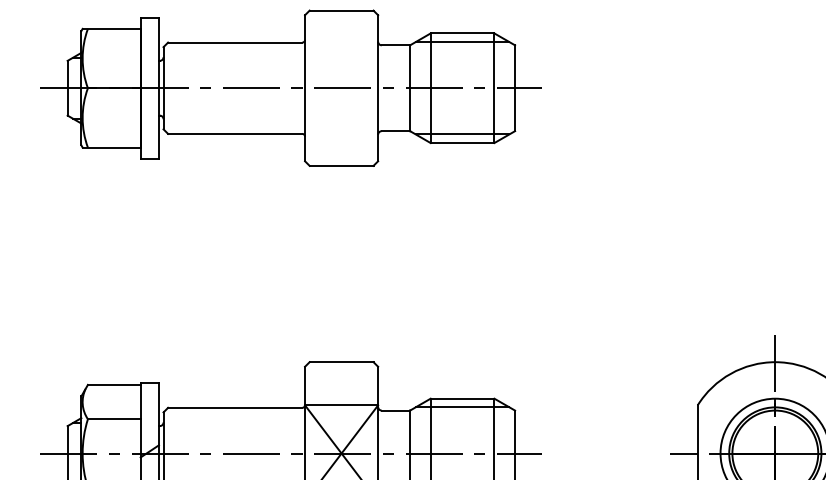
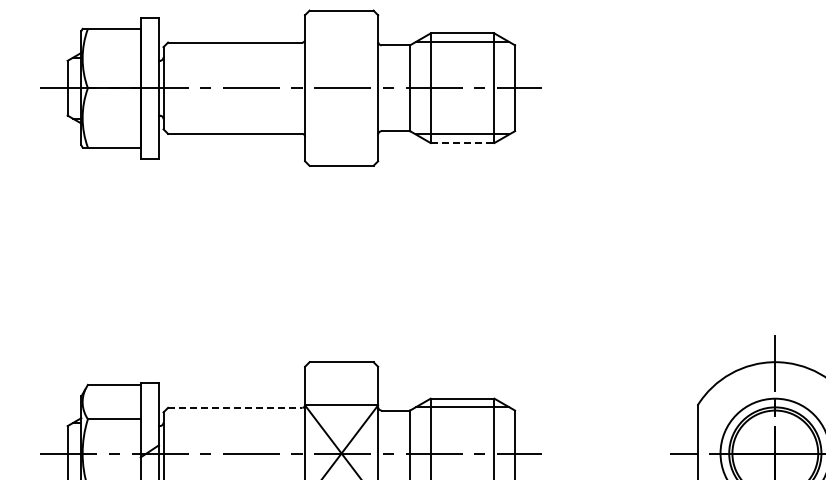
line at (462, 143): solid -> dashed
line at (235, 407): solid -> dashed
